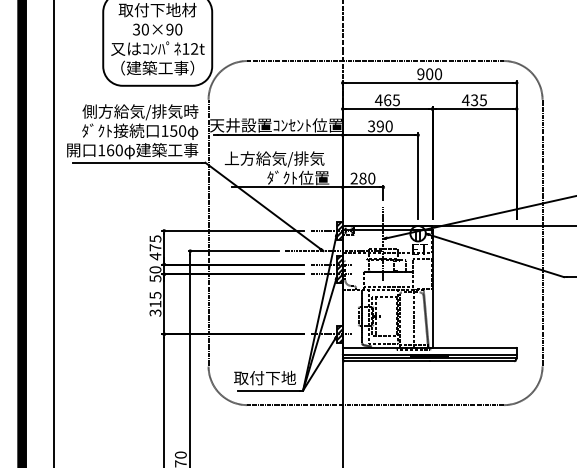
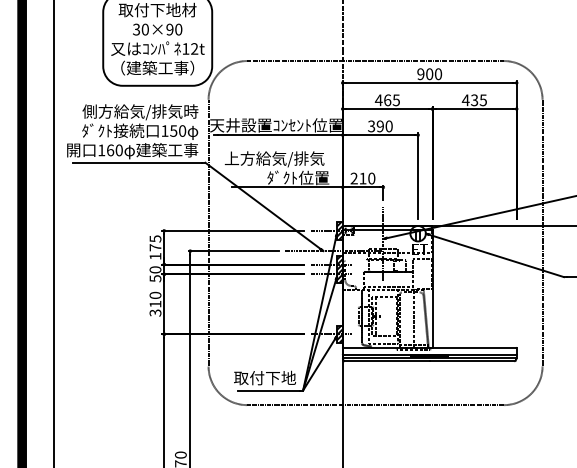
text at (362, 178): 280 -> 210
text at (155, 256): 475 -> 175
text at (155, 295): 315 -> 310
